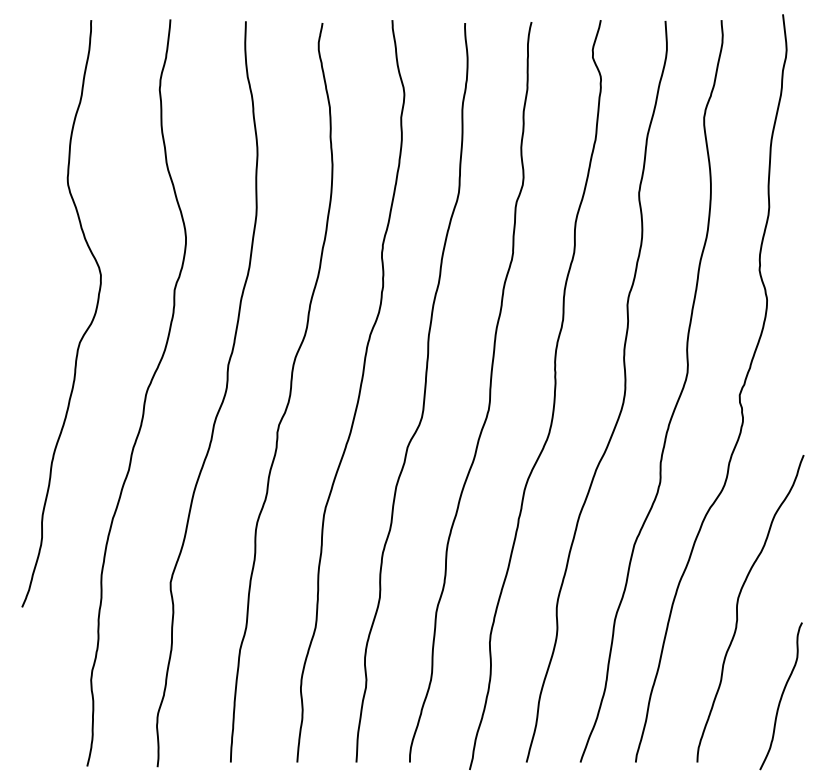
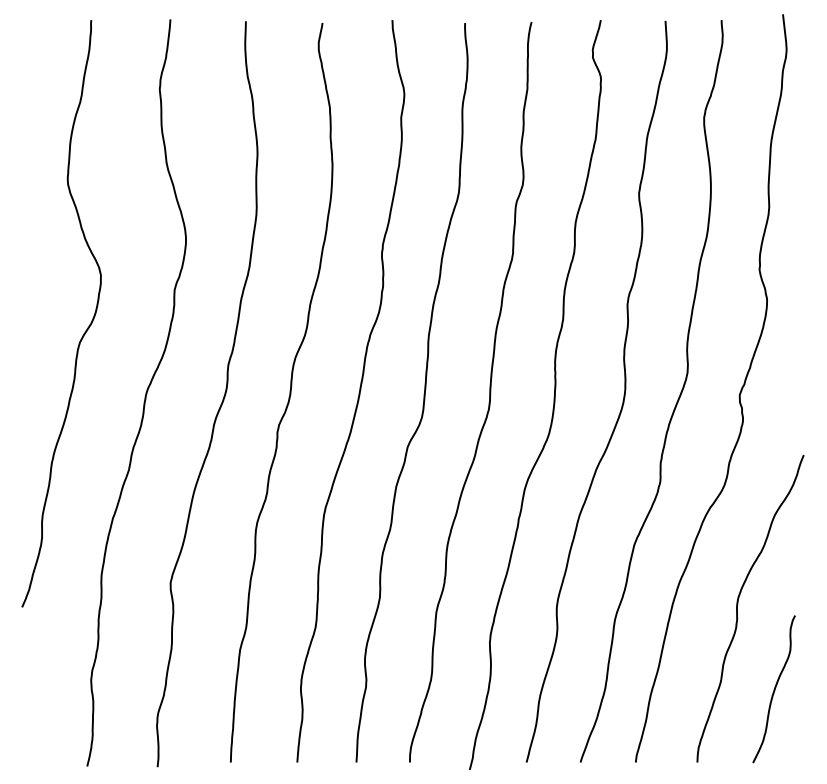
curve at (780, 696) position: (780, 696) -> (773, 689)
